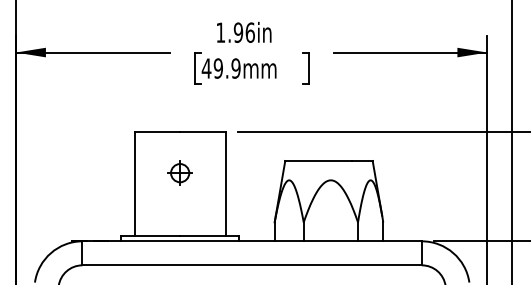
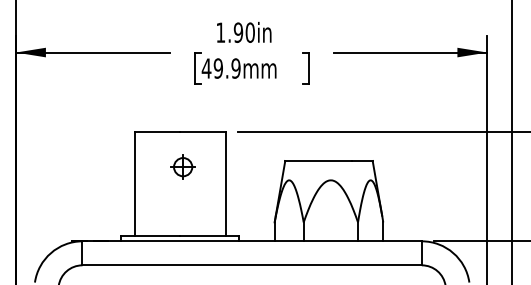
text at (249, 32): 1.96in -> 1.90in
part at (179, 172) position: (179, 172) -> (182, 166)
